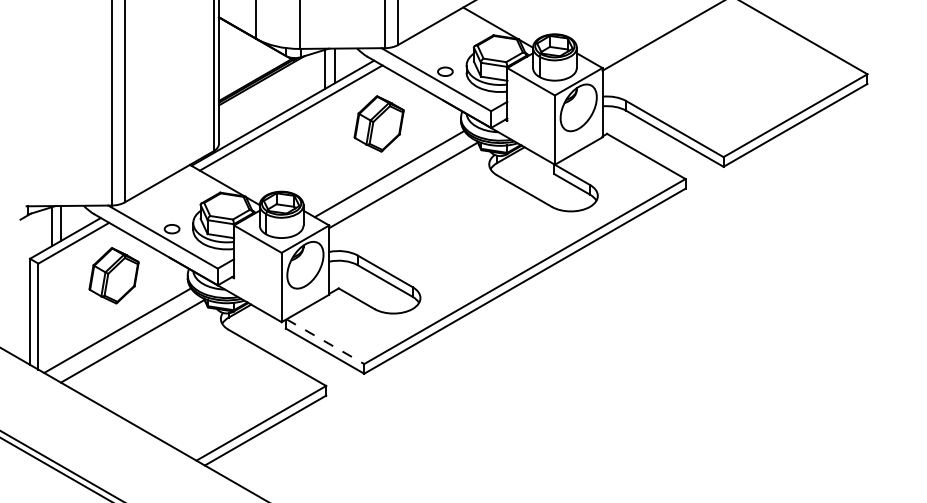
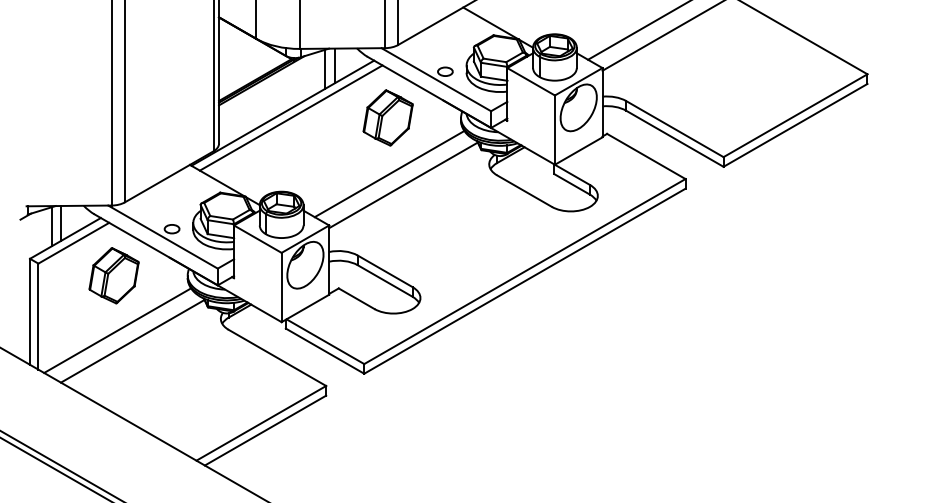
line at (637, 30): none -> present
part at (378, 123) position: (378, 123) -> (387, 117)
line at (325, 341): dashed -> solid
